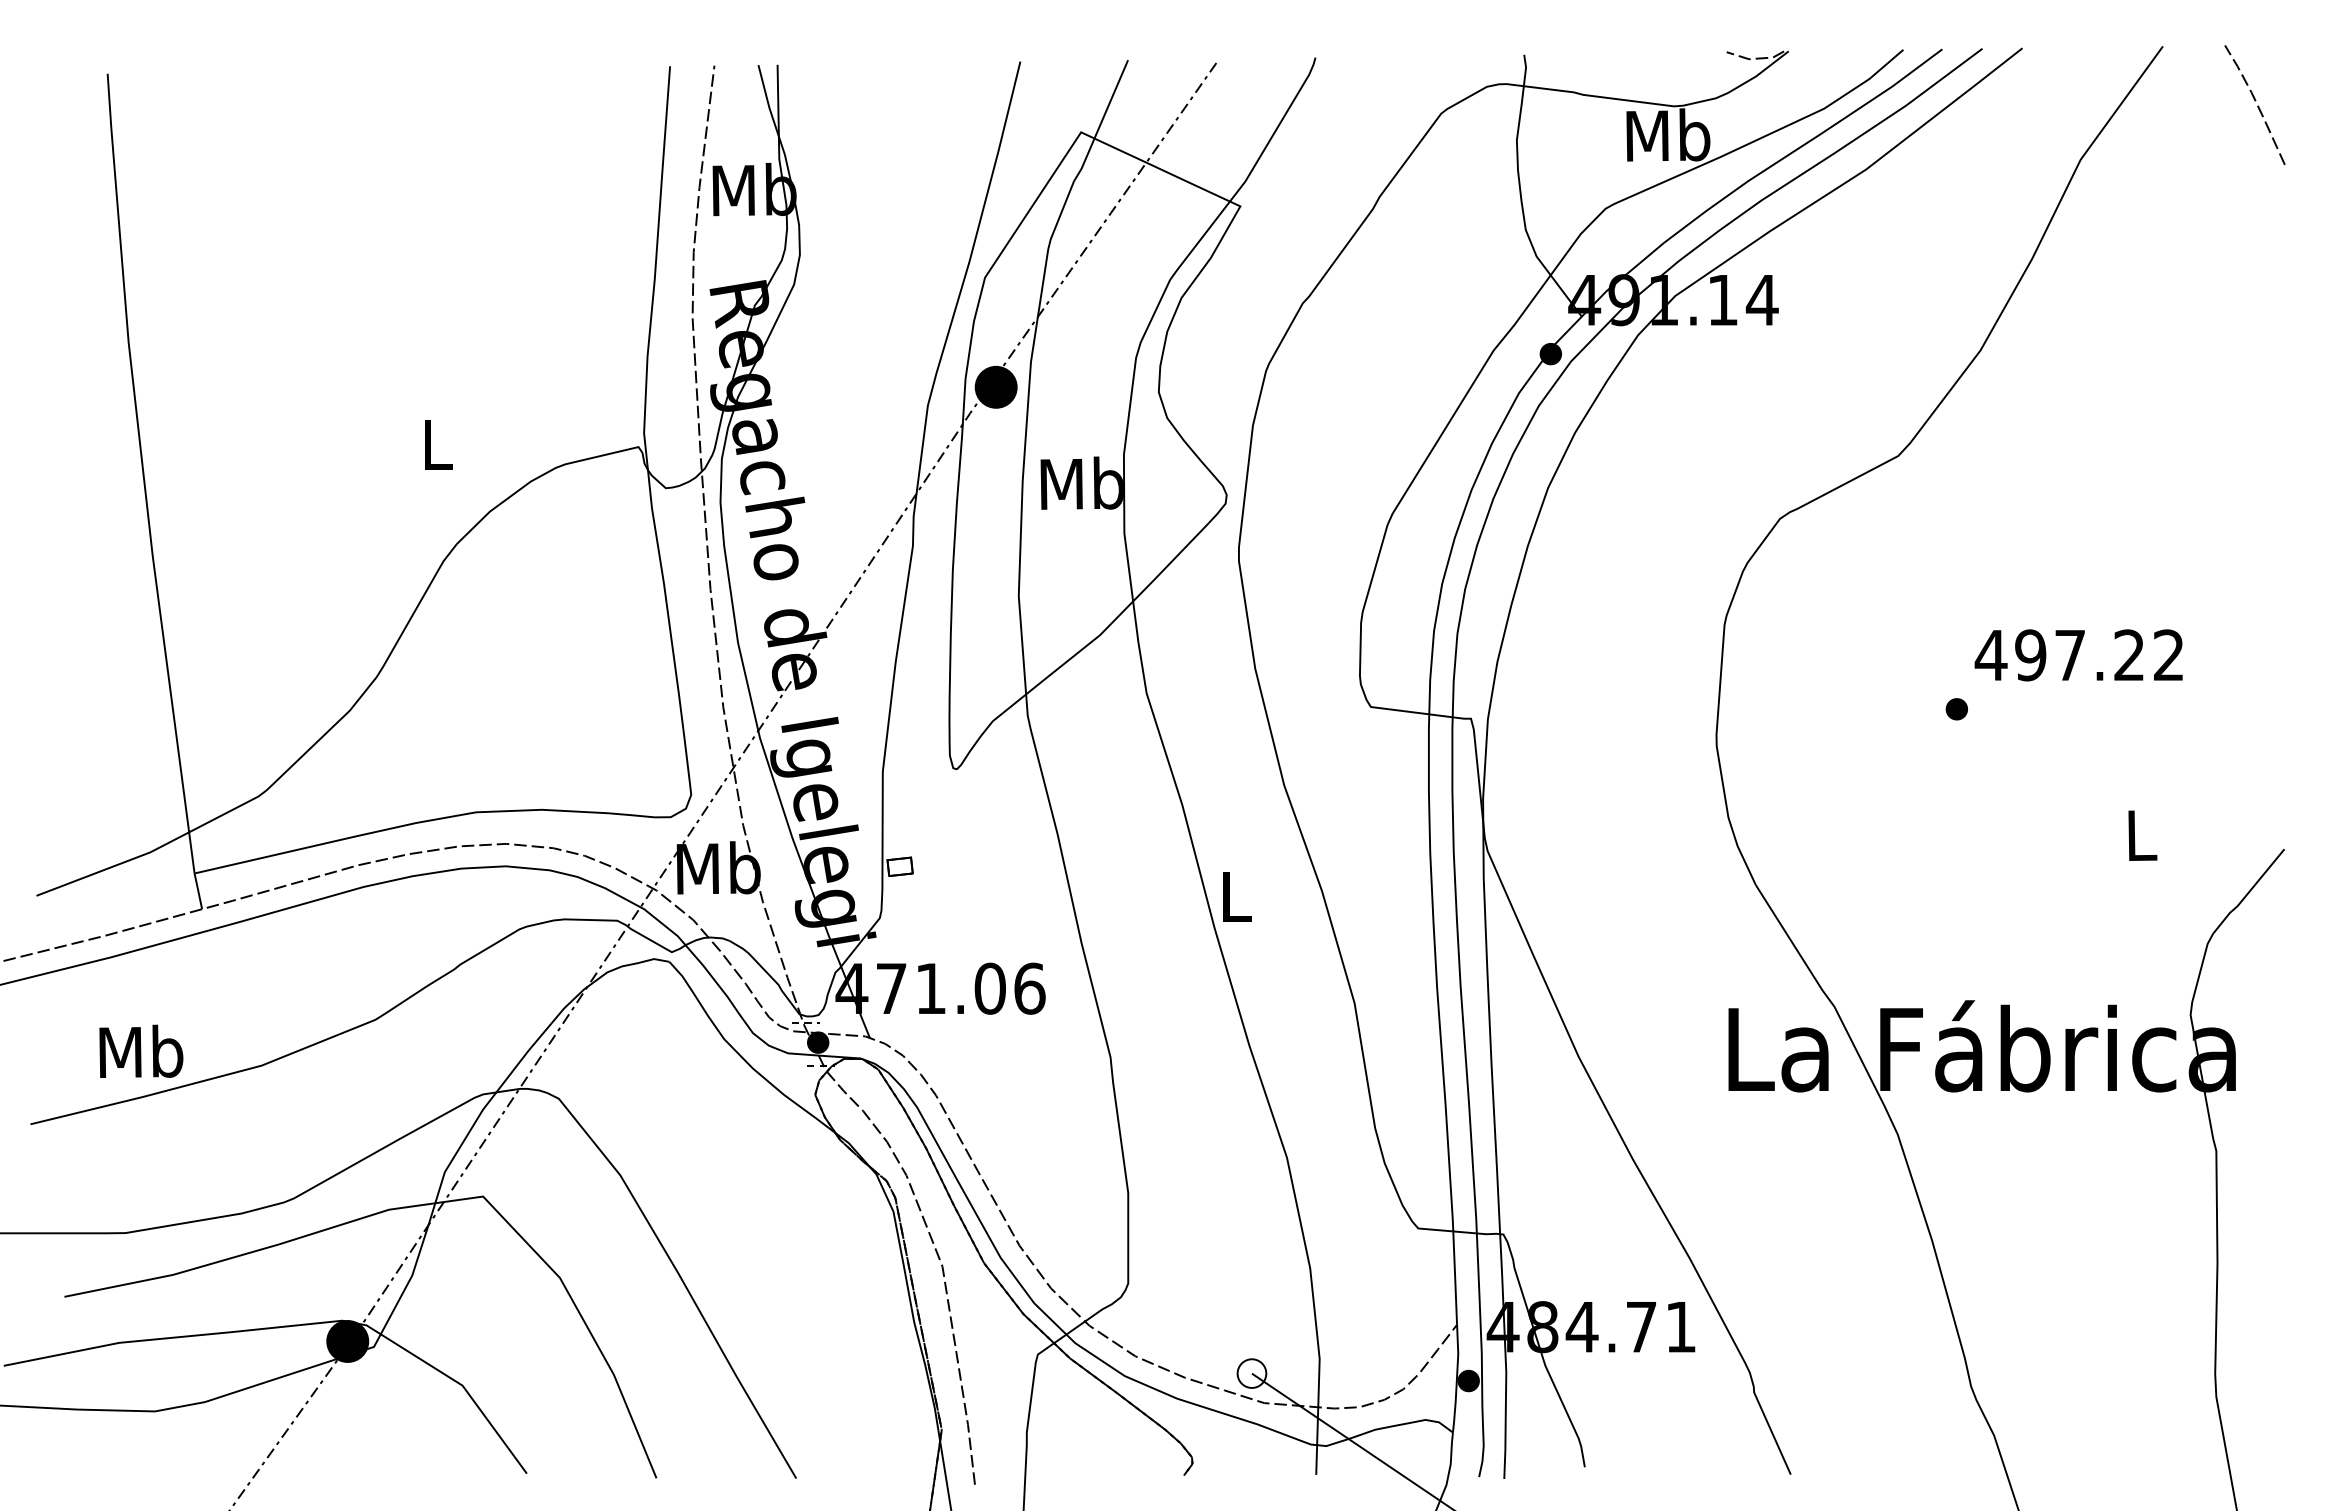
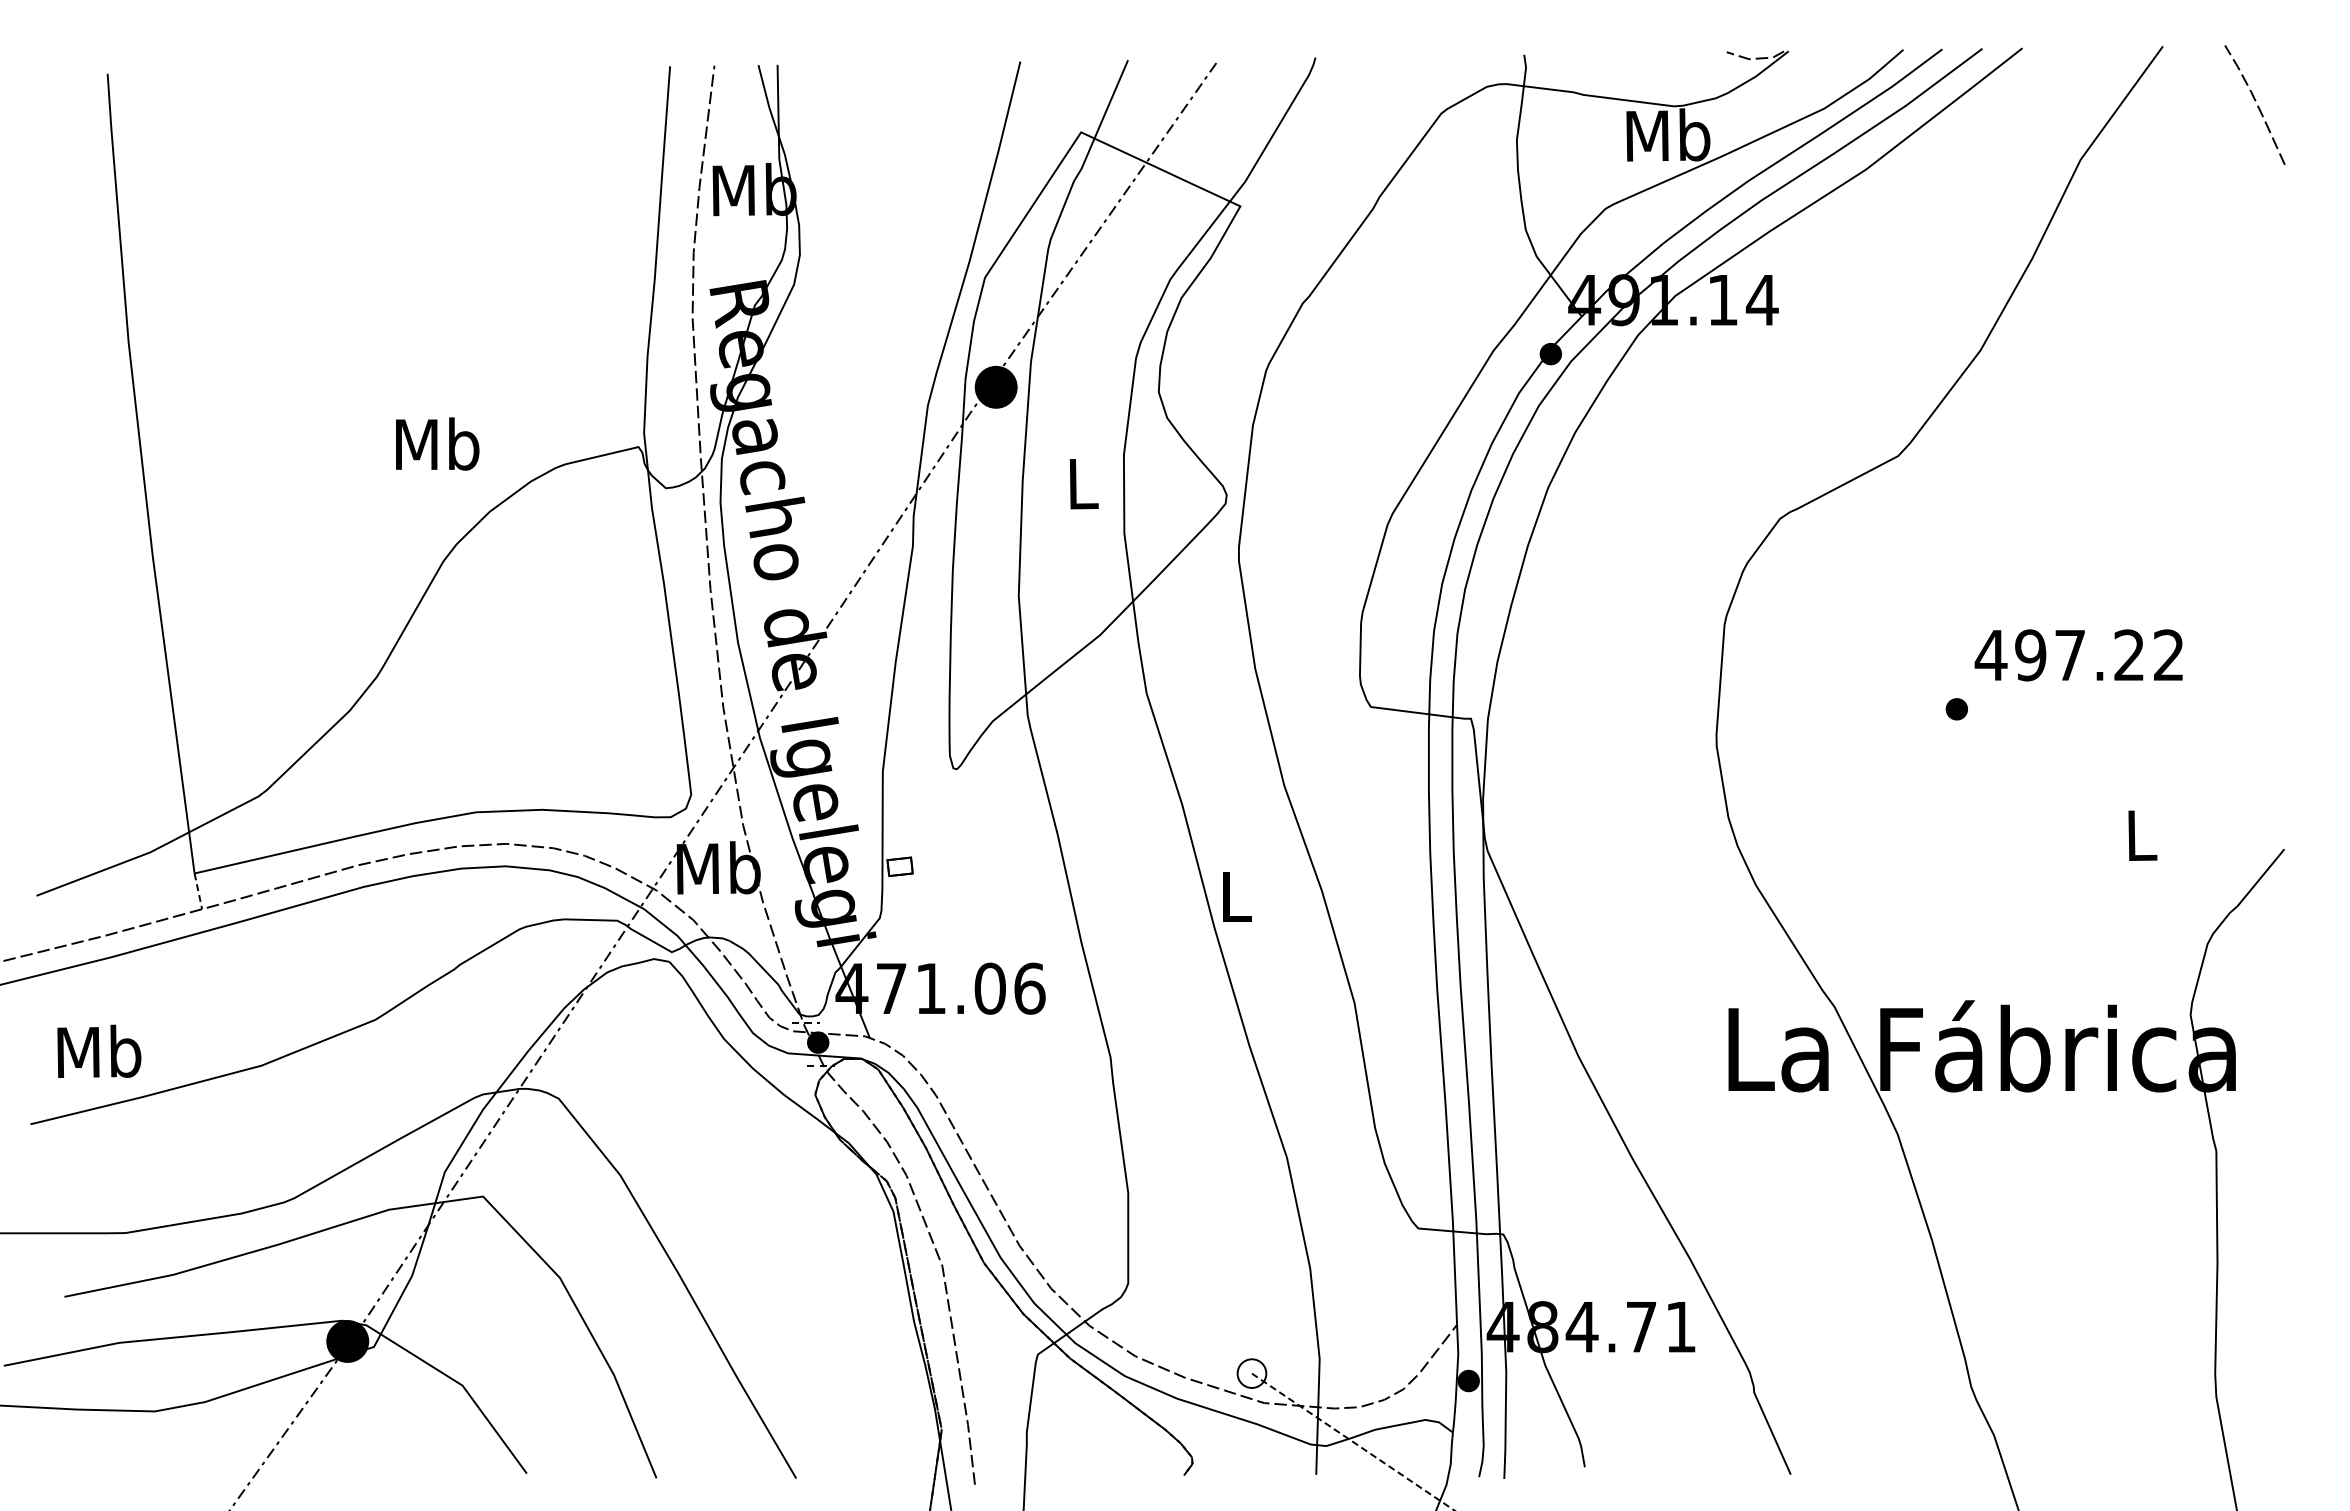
text at (437, 443): L -> Mb
text at (1081, 482): Mb -> L
line at (198, 891): solid -> dashed
text at (141, 1050) position: (141, 1050) -> (99, 1050)
line at (1353, 1442): solid -> dashed
